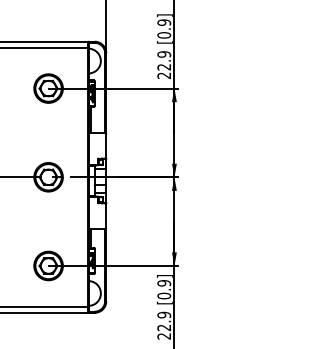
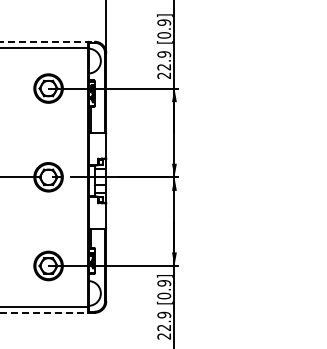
line at (47, 41): solid -> dashed
line at (47, 312): solid -> dashed
